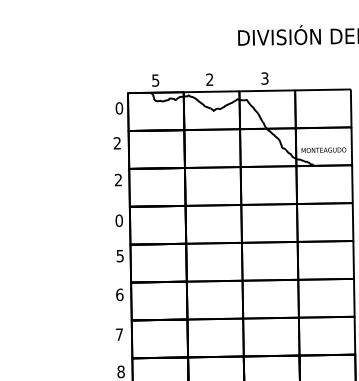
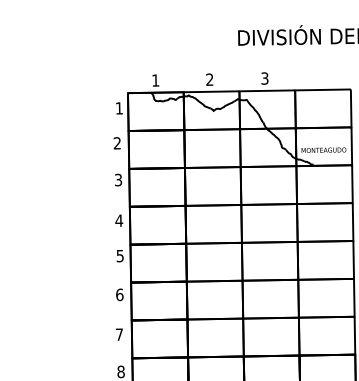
text at (155, 80): 5 -> 1
text at (119, 108): 0 -> 1
text at (118, 180): 2 -> 3
text at (119, 220): 0 -> 4
